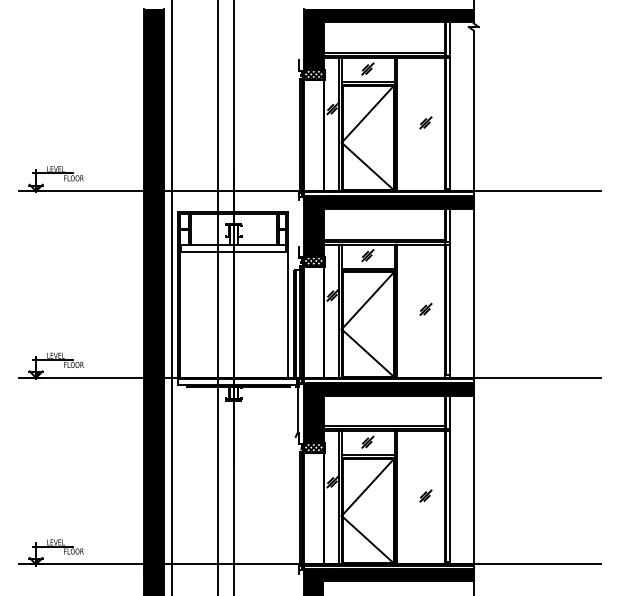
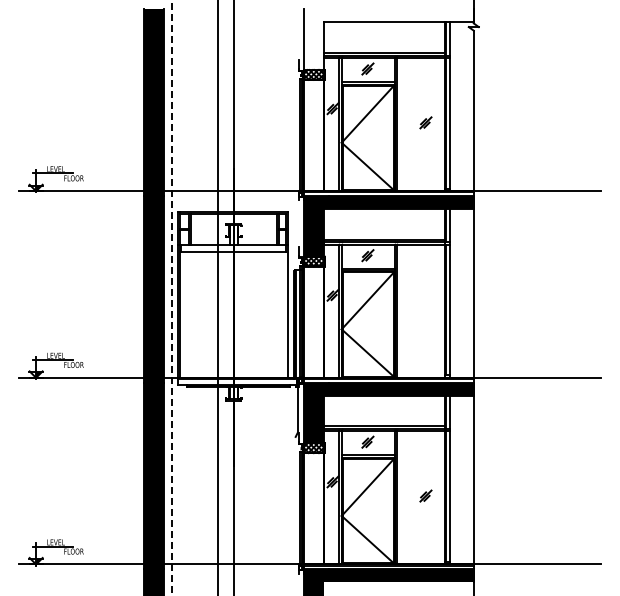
fill at (388, 39): present -> none
line at (172, 297): solid -> dashed
part at (425, 308): present -> none
